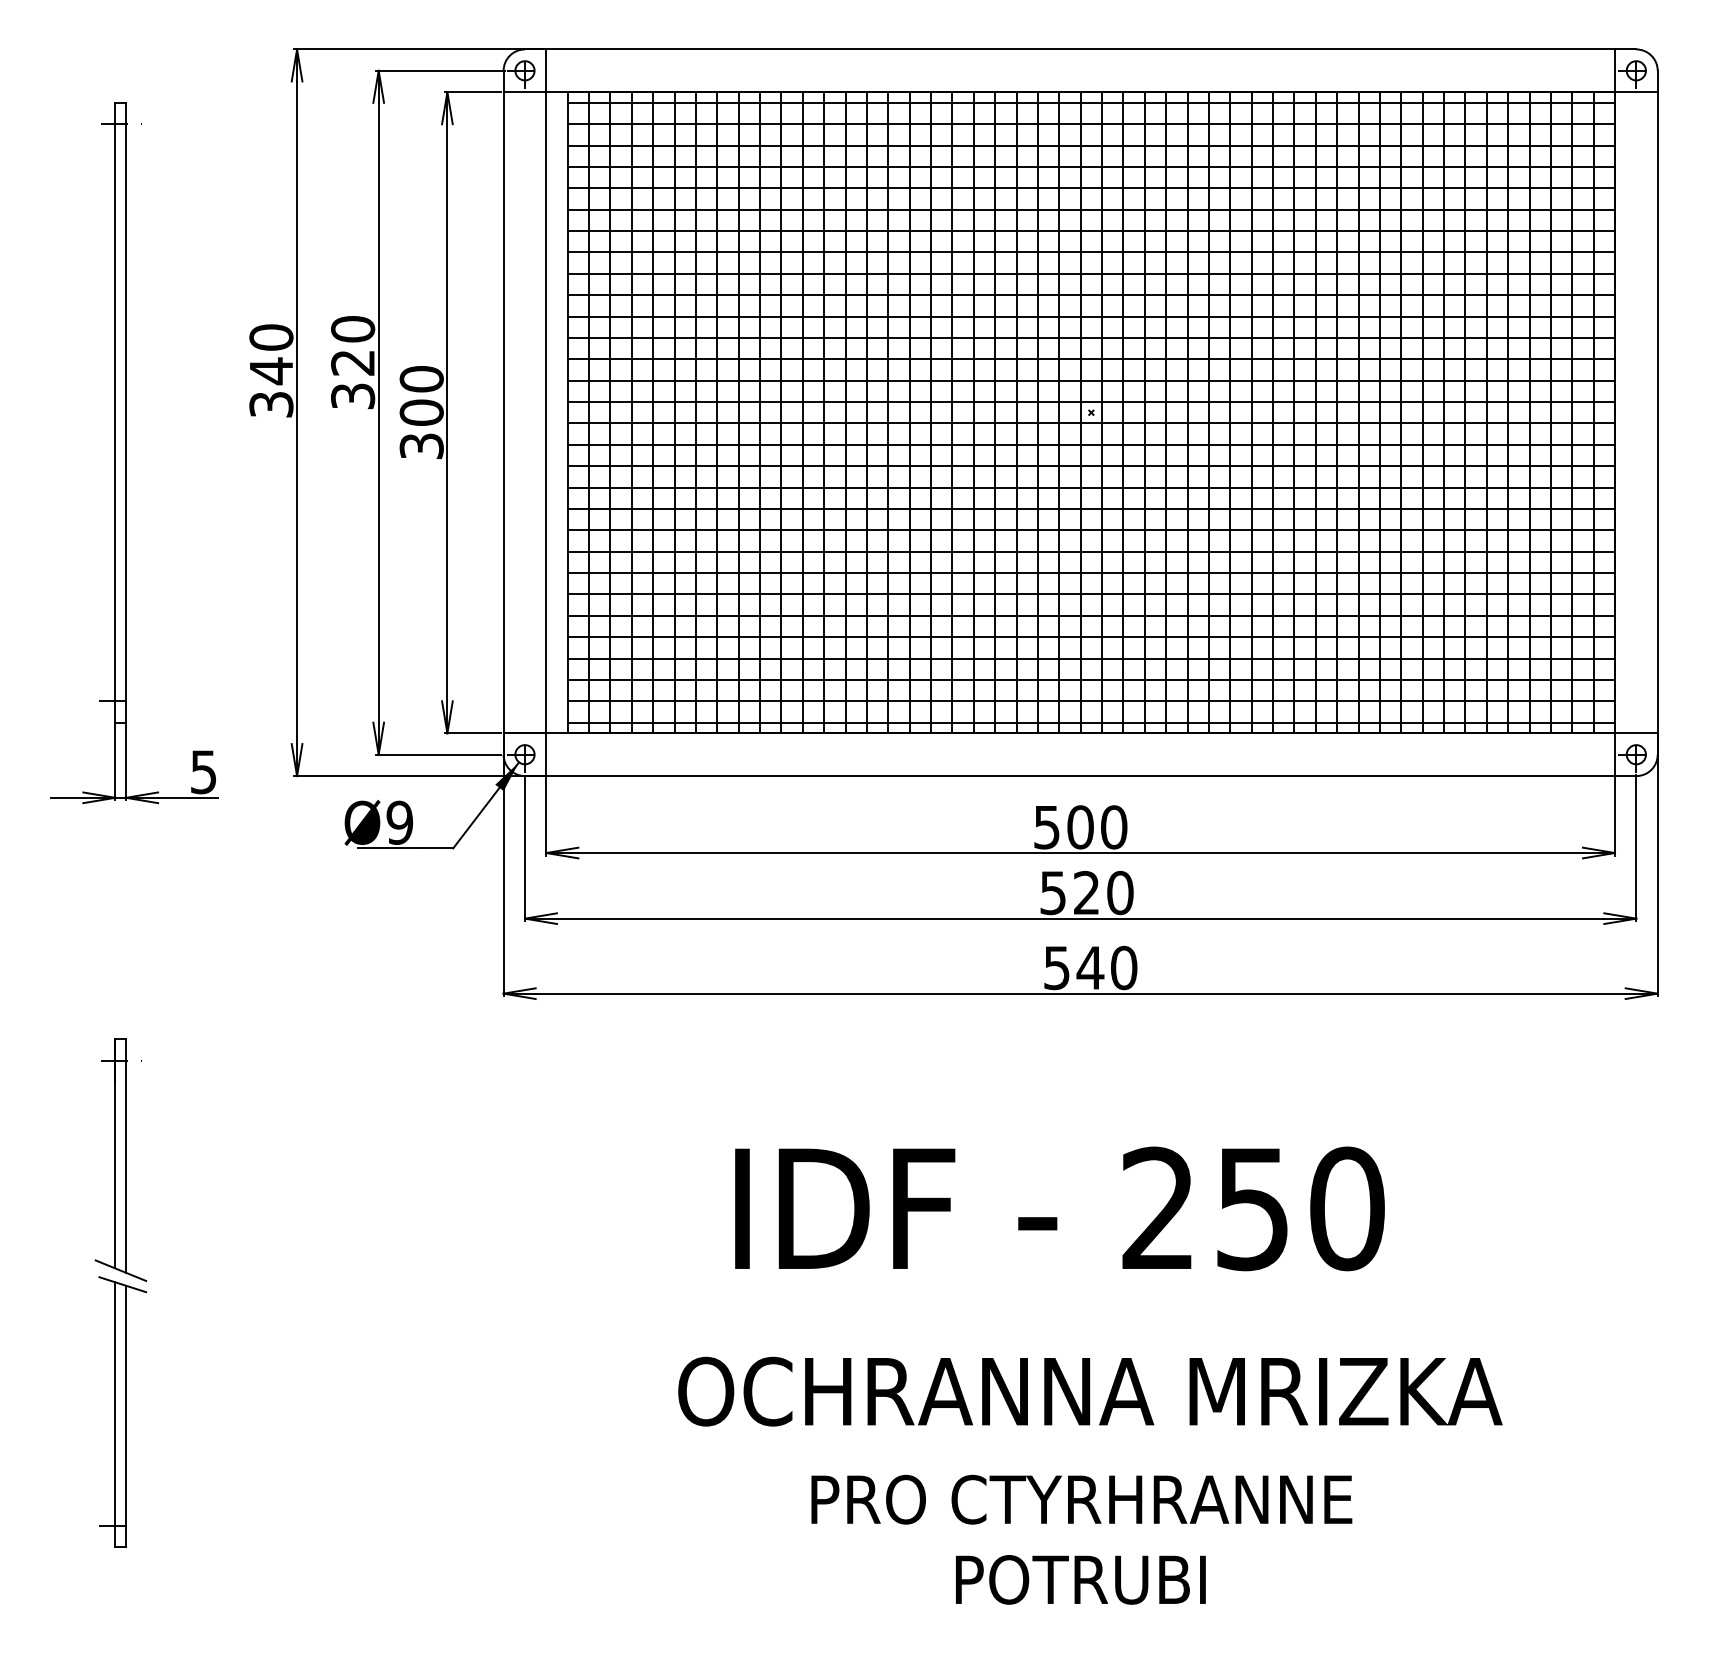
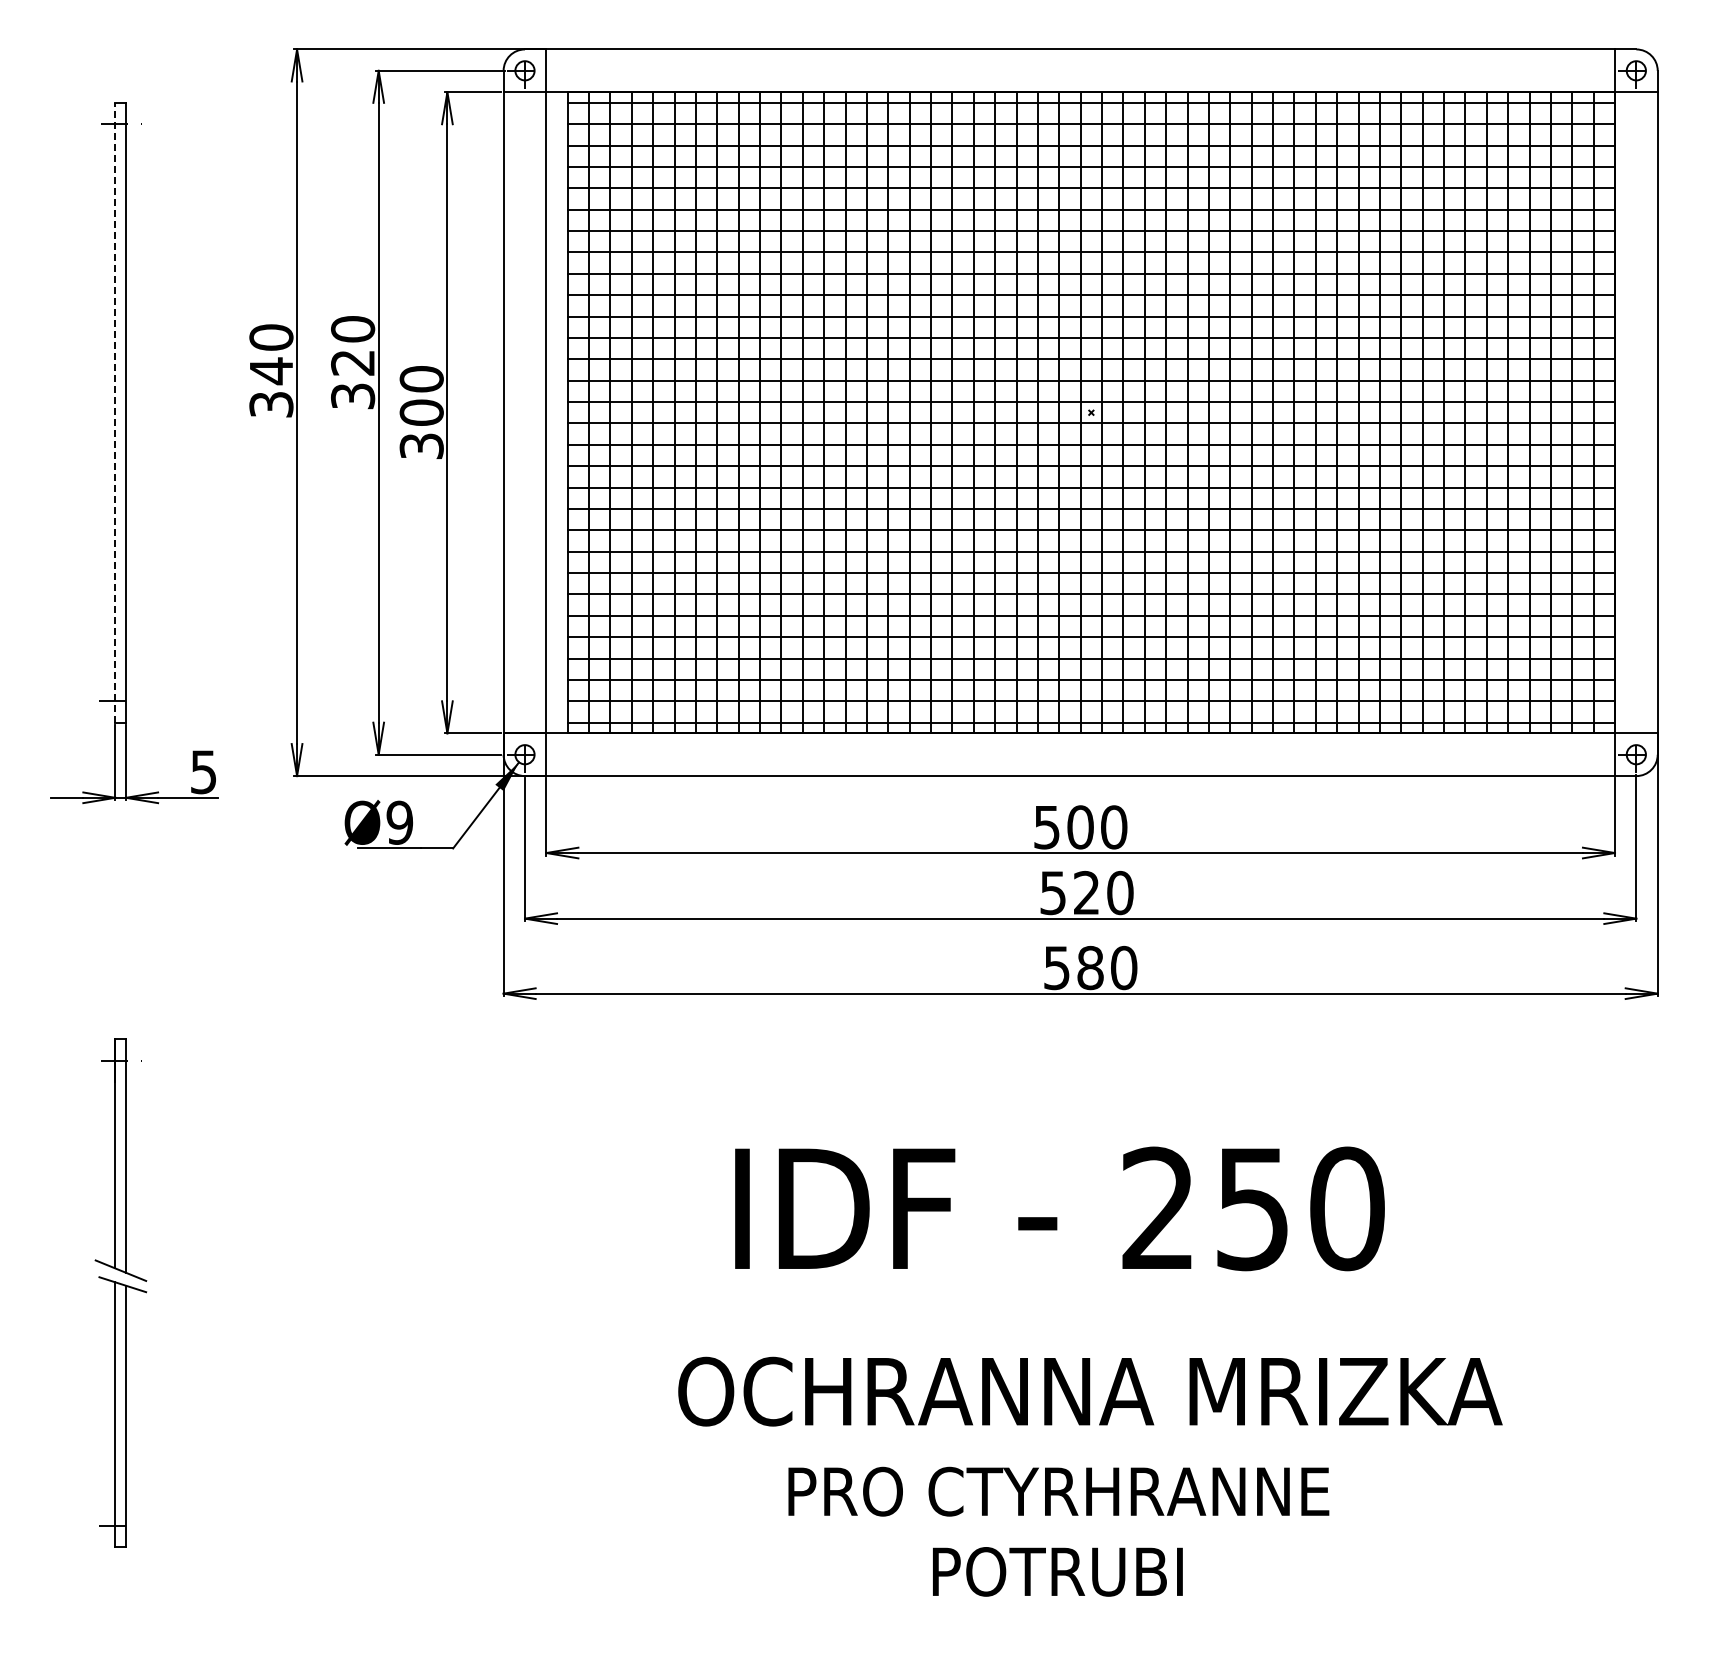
line at (115, 412): solid -> dashed
text at (1090, 967): 540 -> 580
text at (1081, 1539) position: (1081, 1539) -> (1058, 1531)
